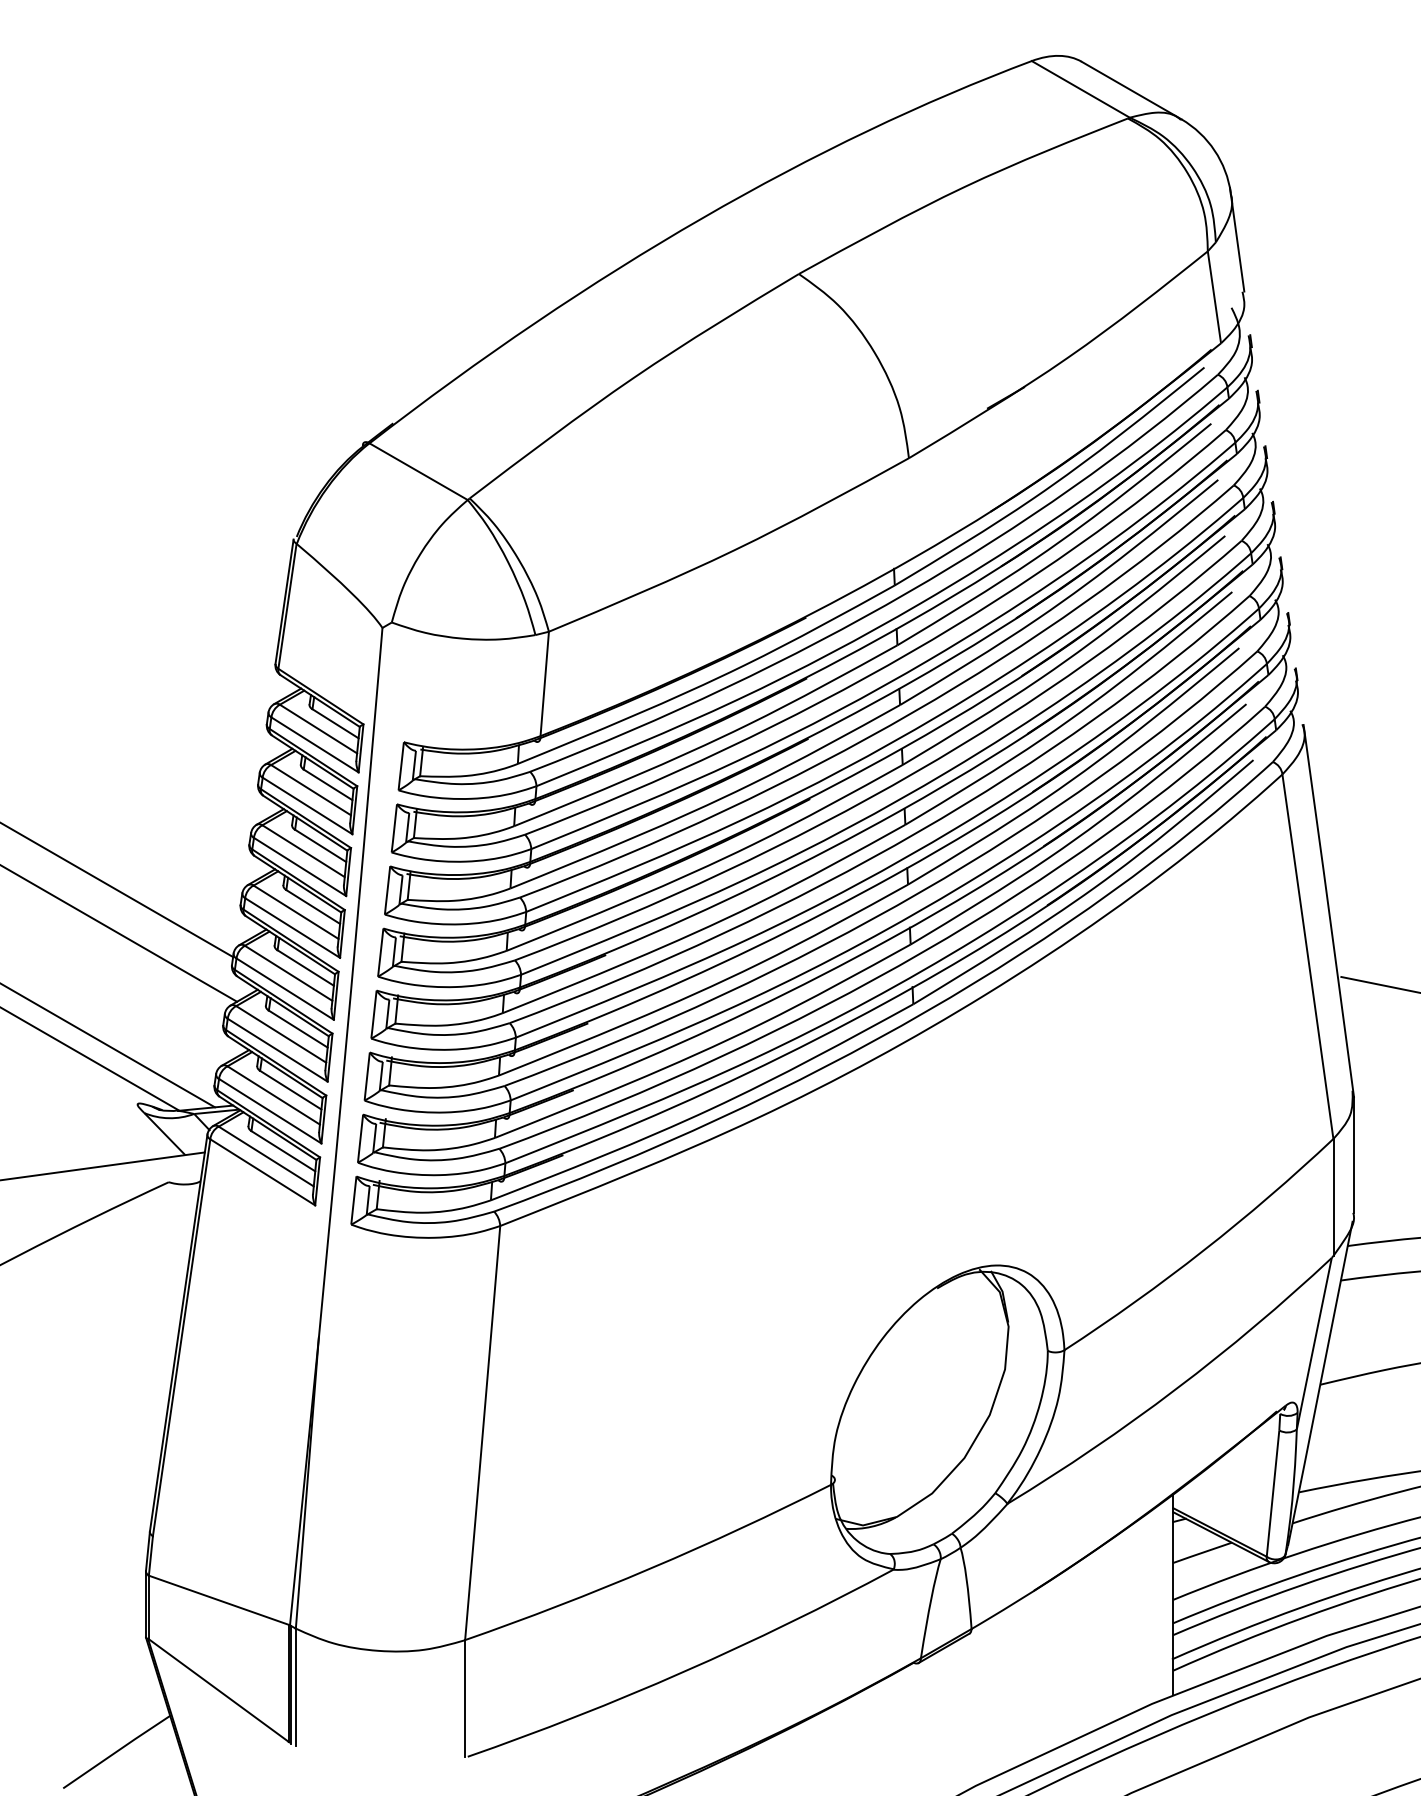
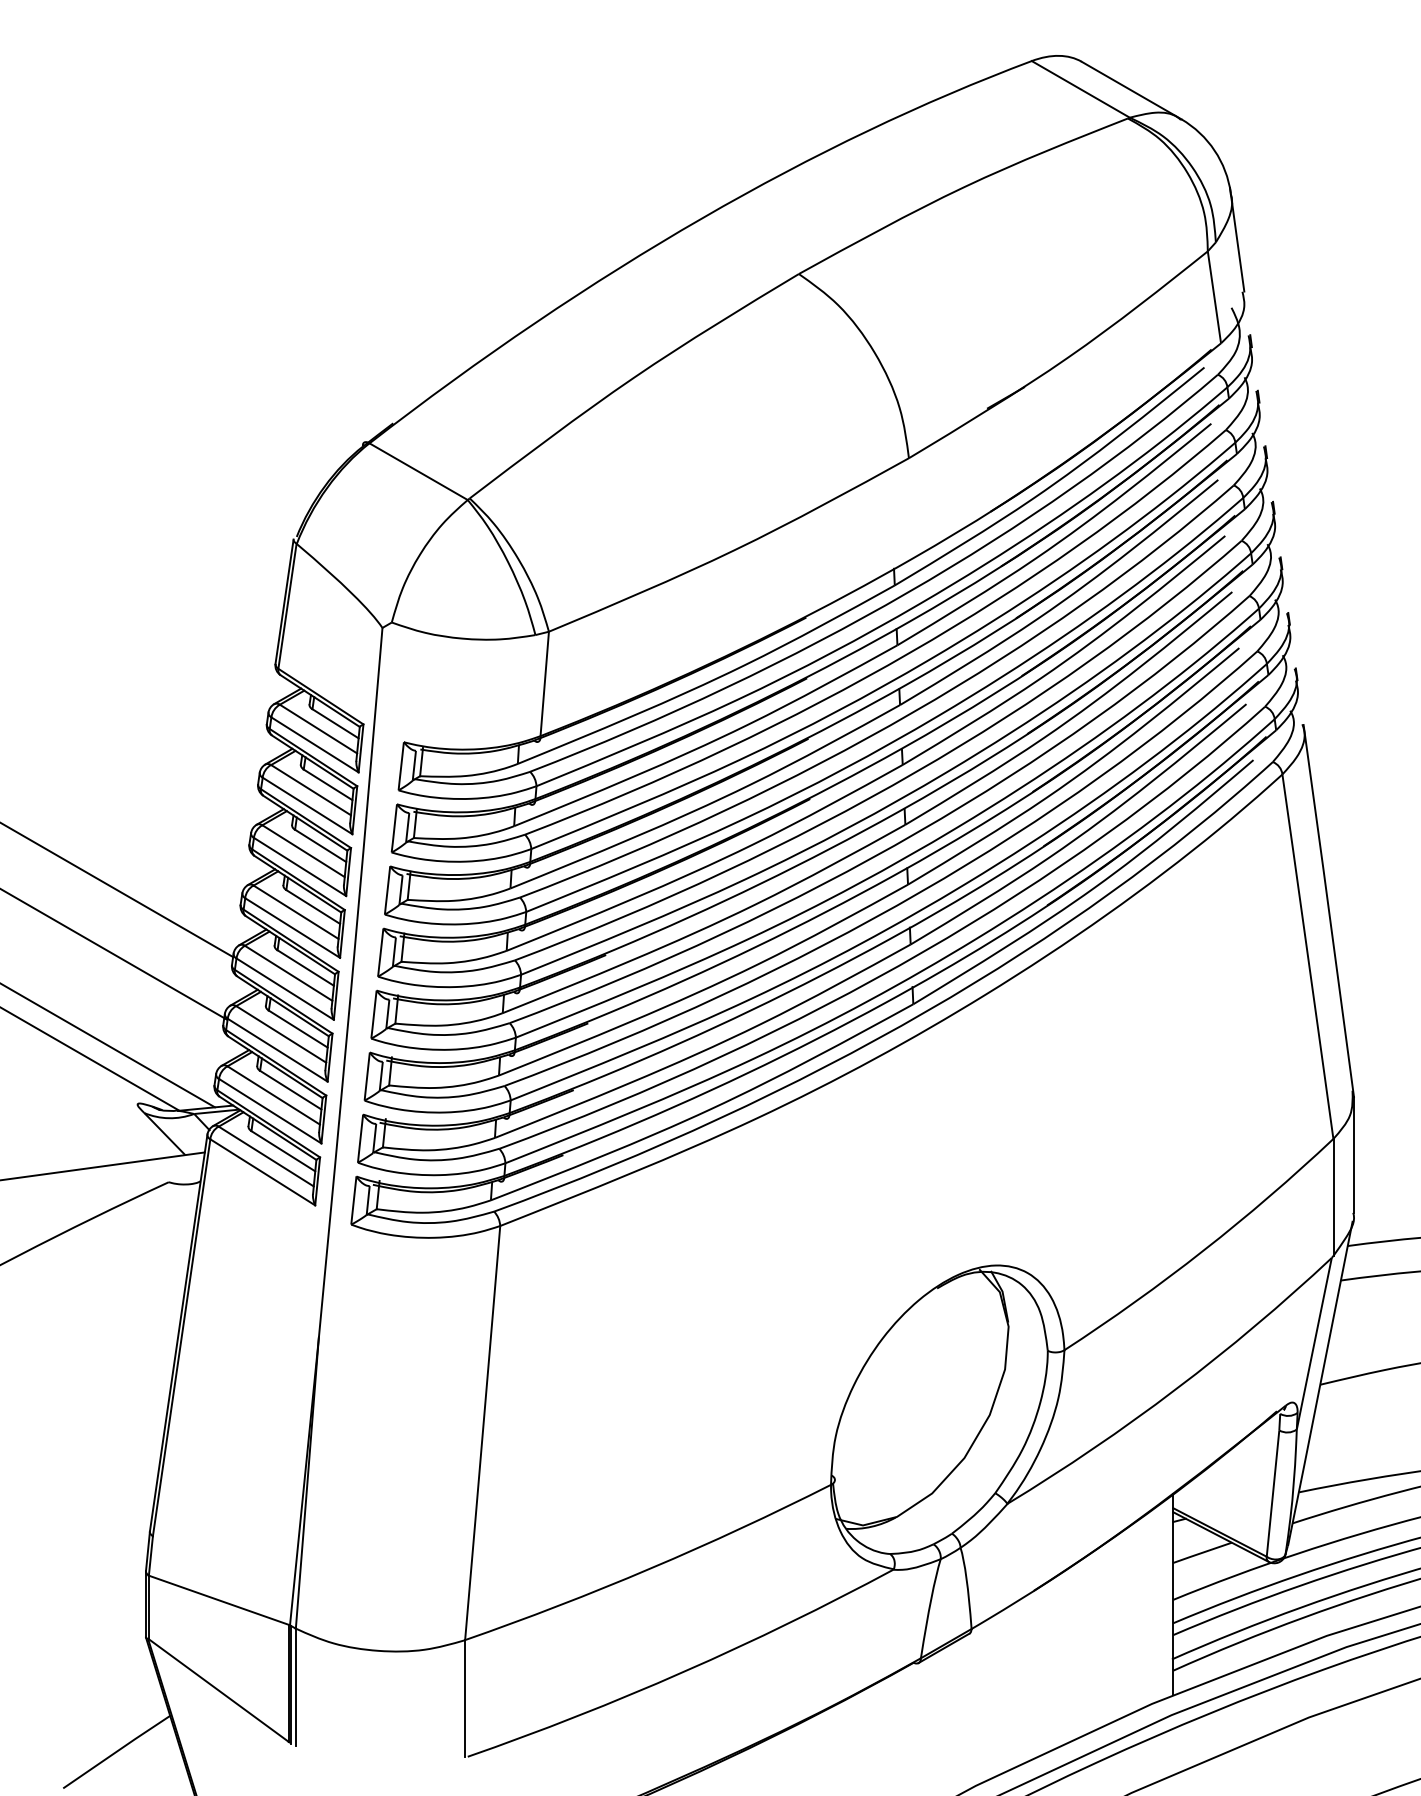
line at (119, 933) position: (119, 933) -> (114, 954)
line at (1379, 984): present -> none
